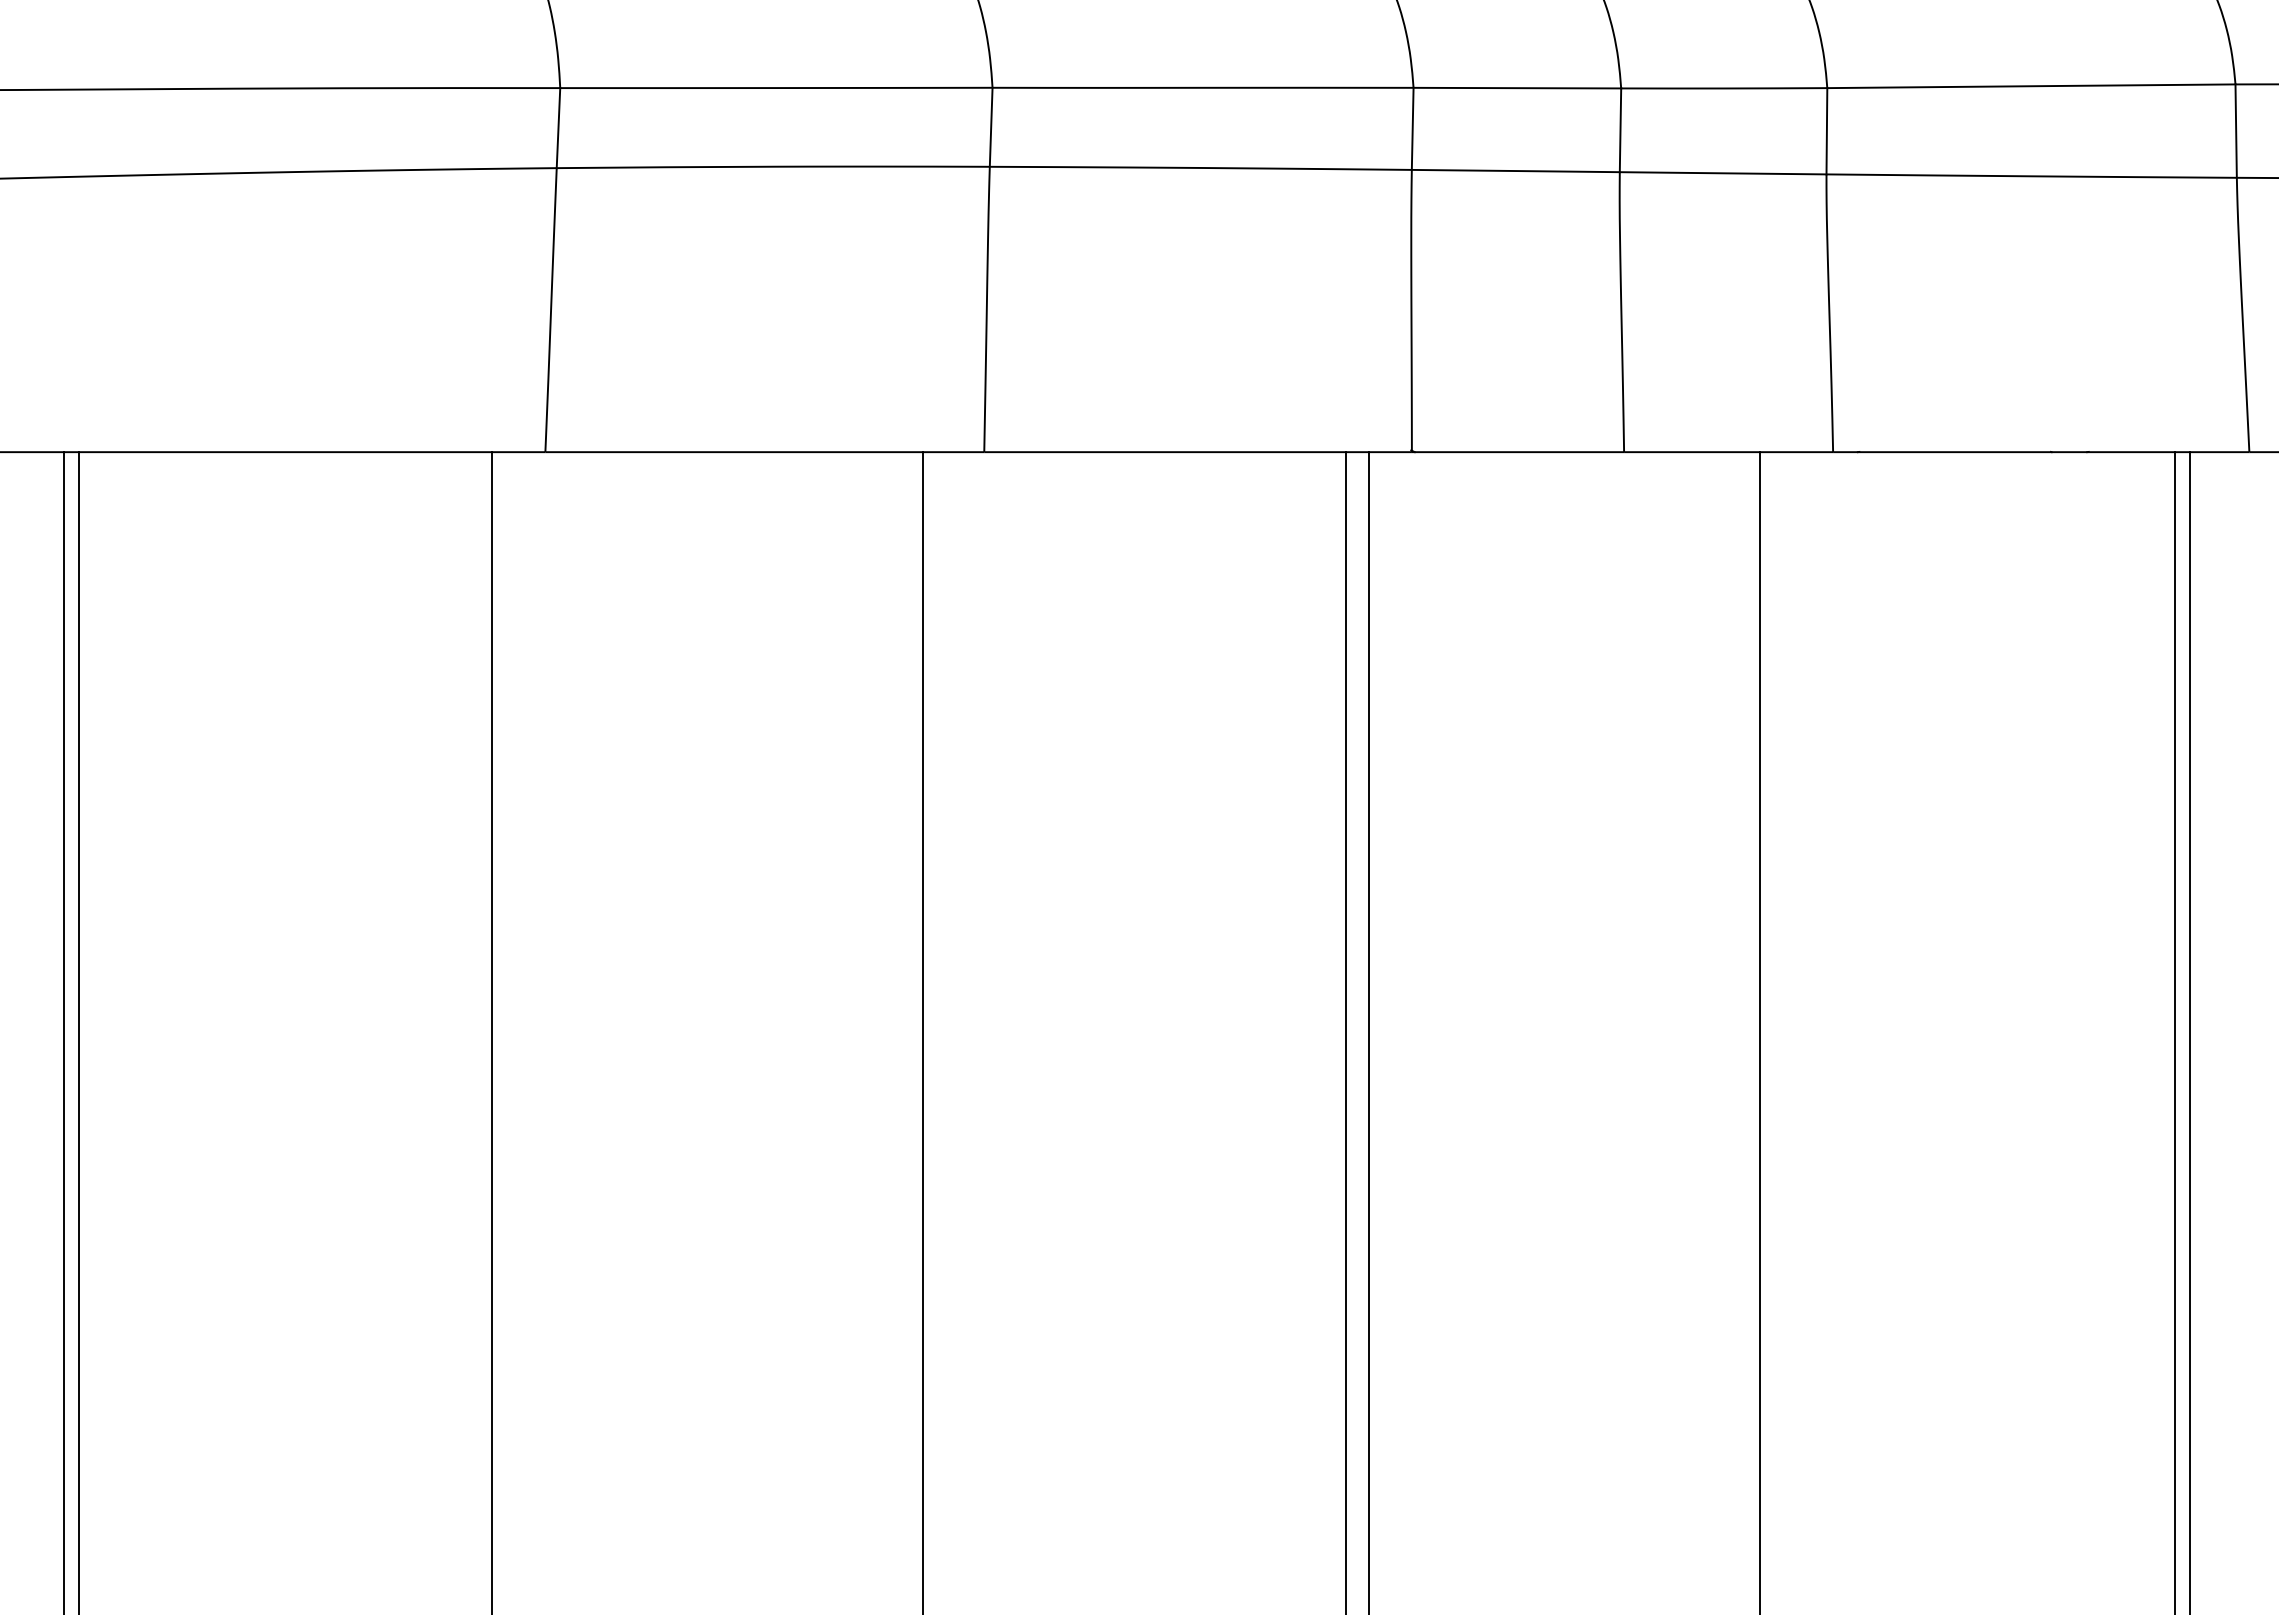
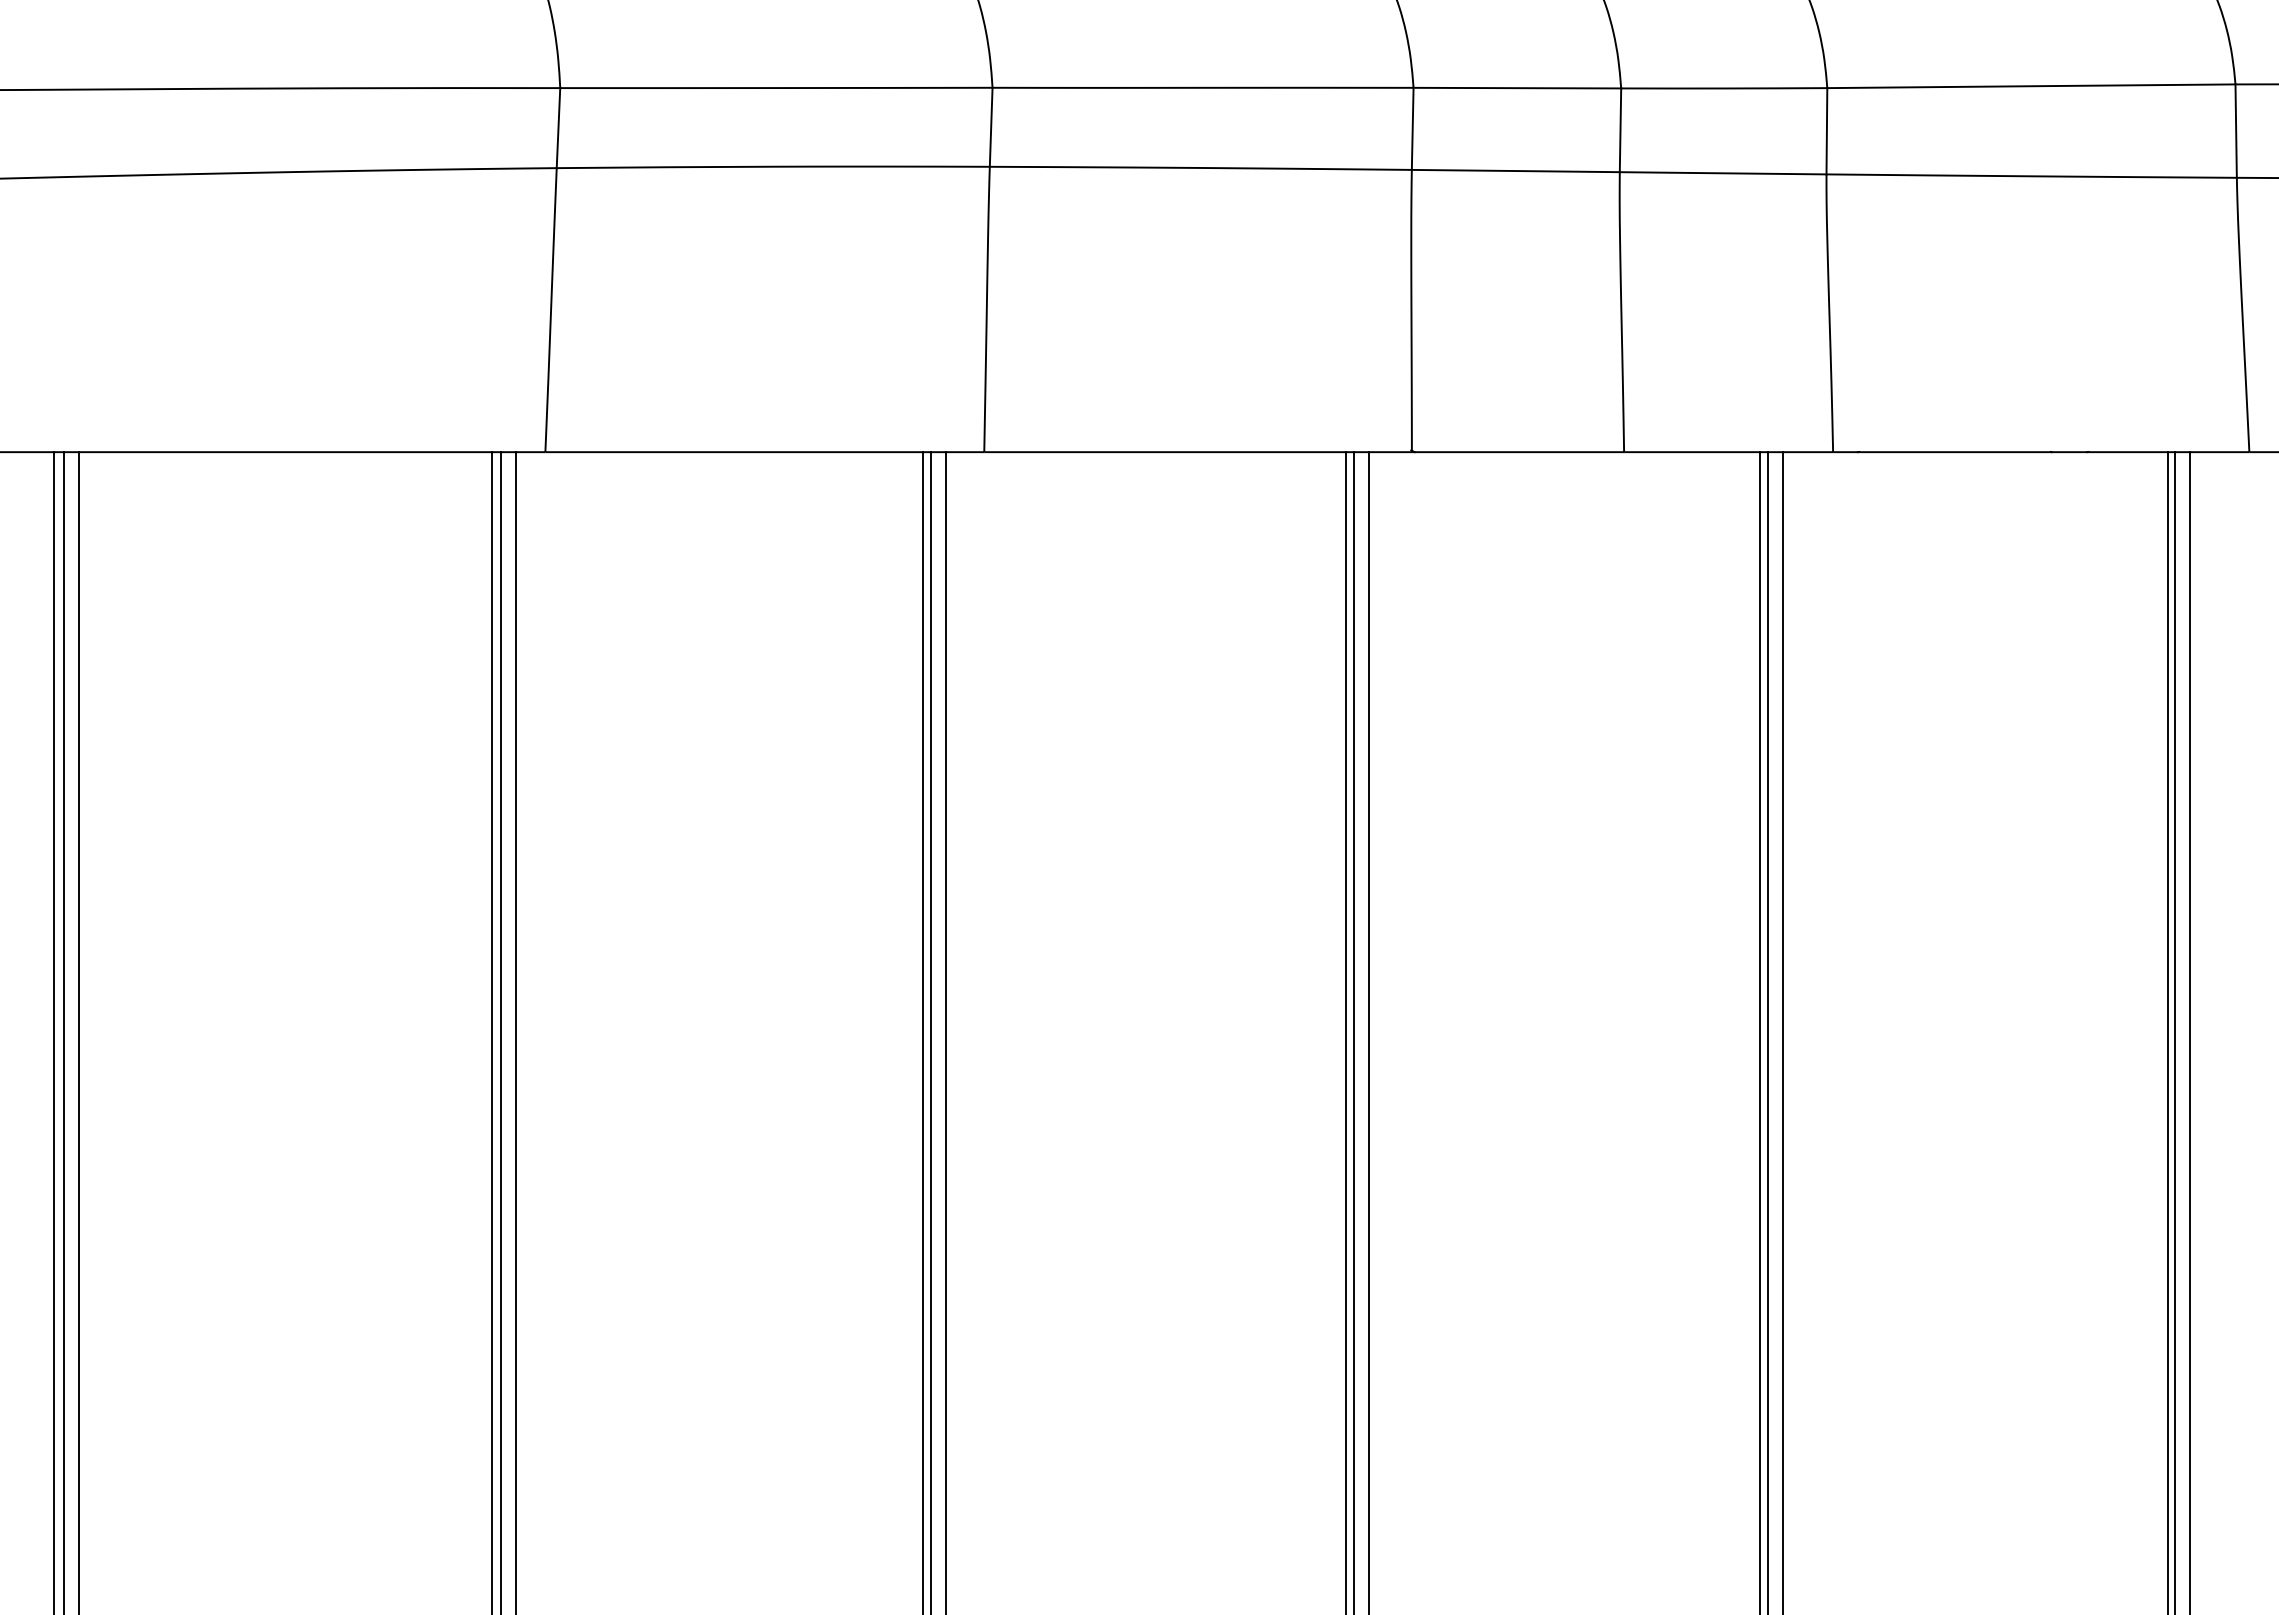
line at (54, 1031): none -> present
line at (500, 1031): none -> present
line at (516, 1031): none -> present
line at (931, 1031): none -> present
line at (946, 1031): none -> present
line at (1353, 1031): none -> present
line at (1767, 1031): none -> present
line at (1782, 1031): none -> present
line at (2168, 1031): none -> present
